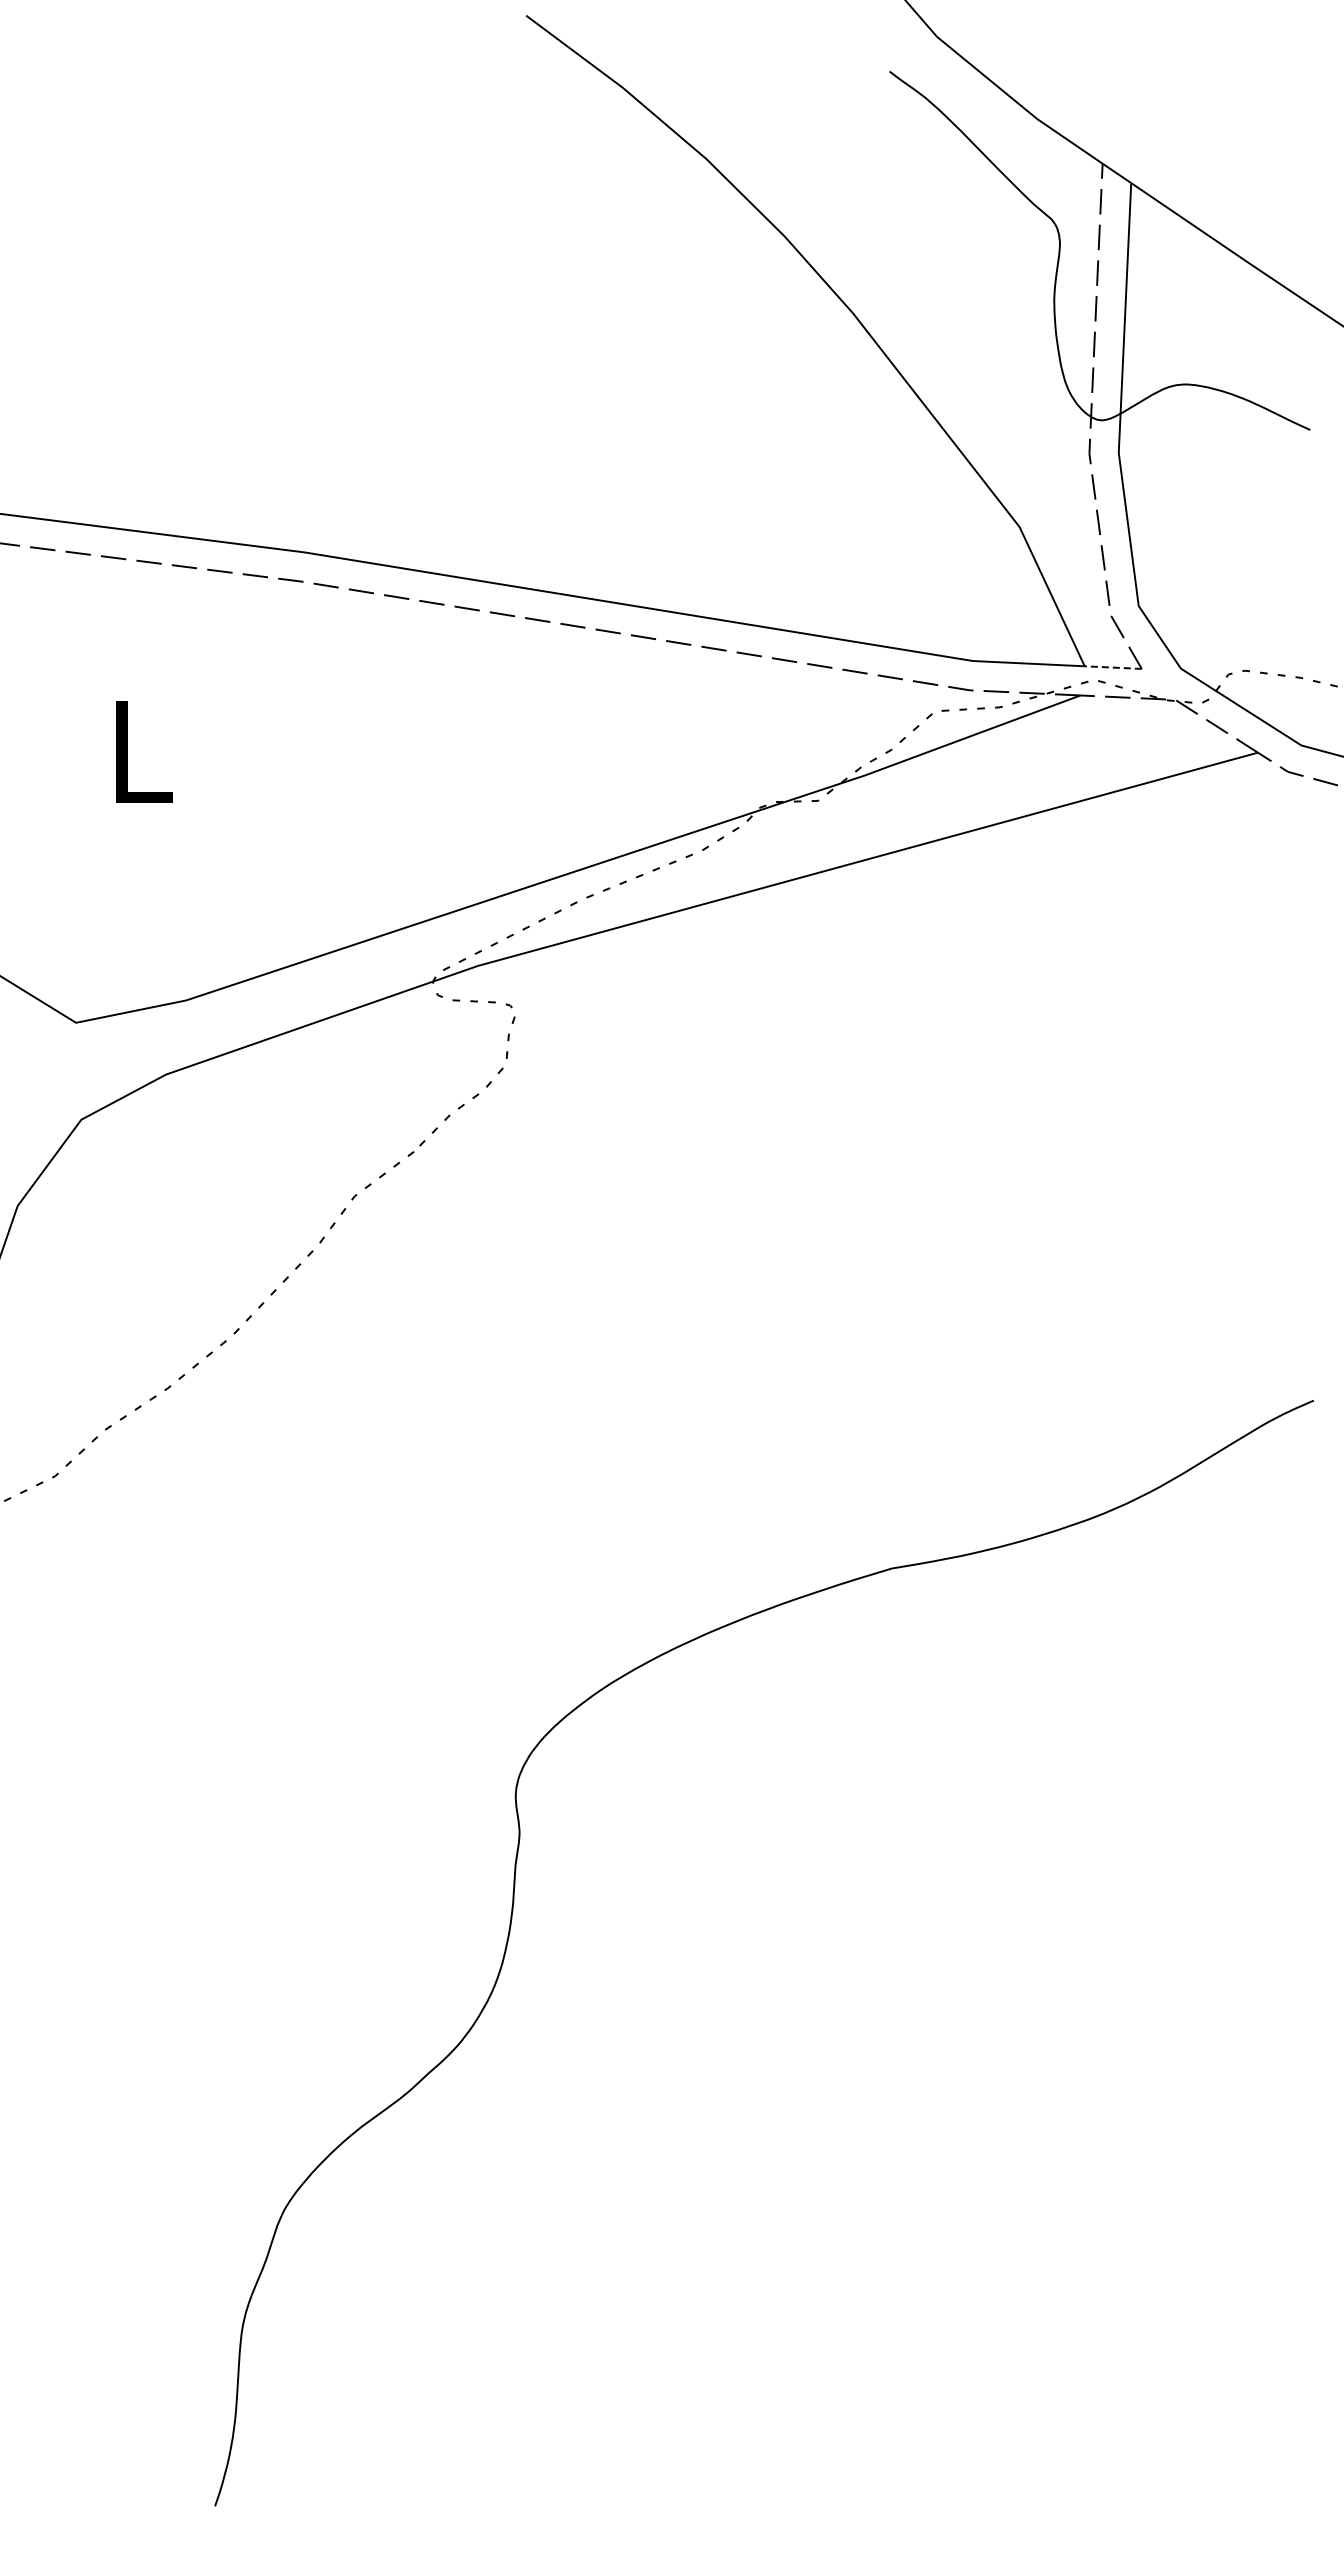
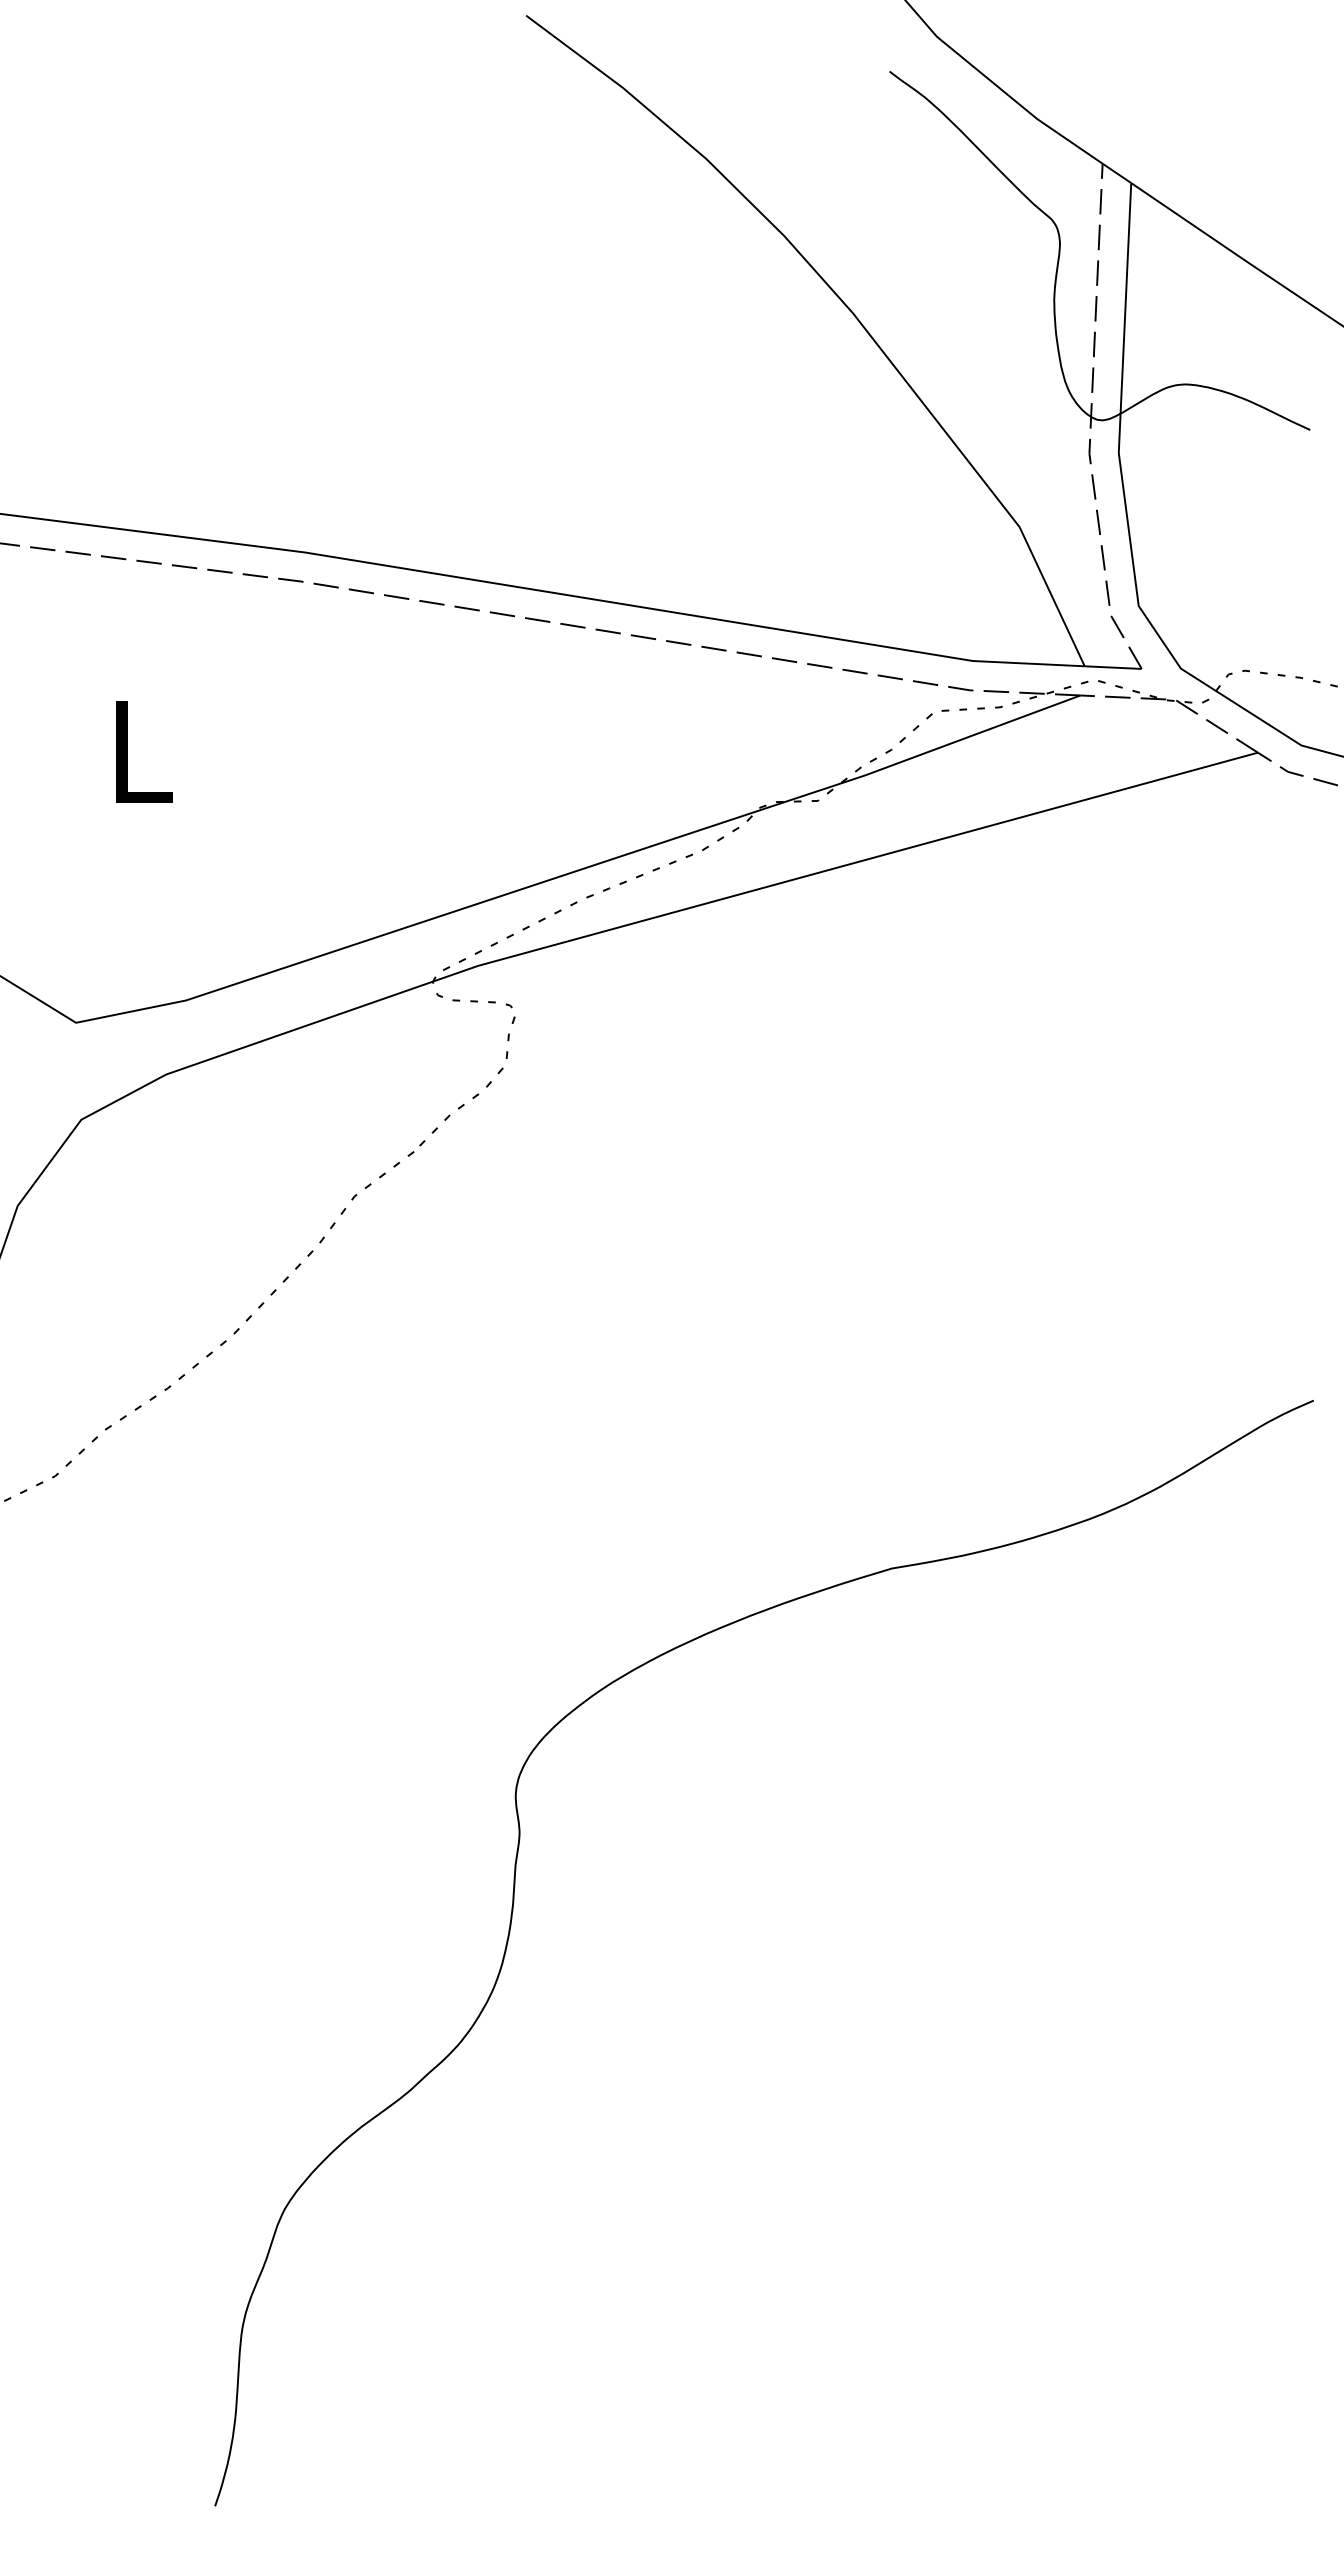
line at (1113, 667): dashed -> solid
